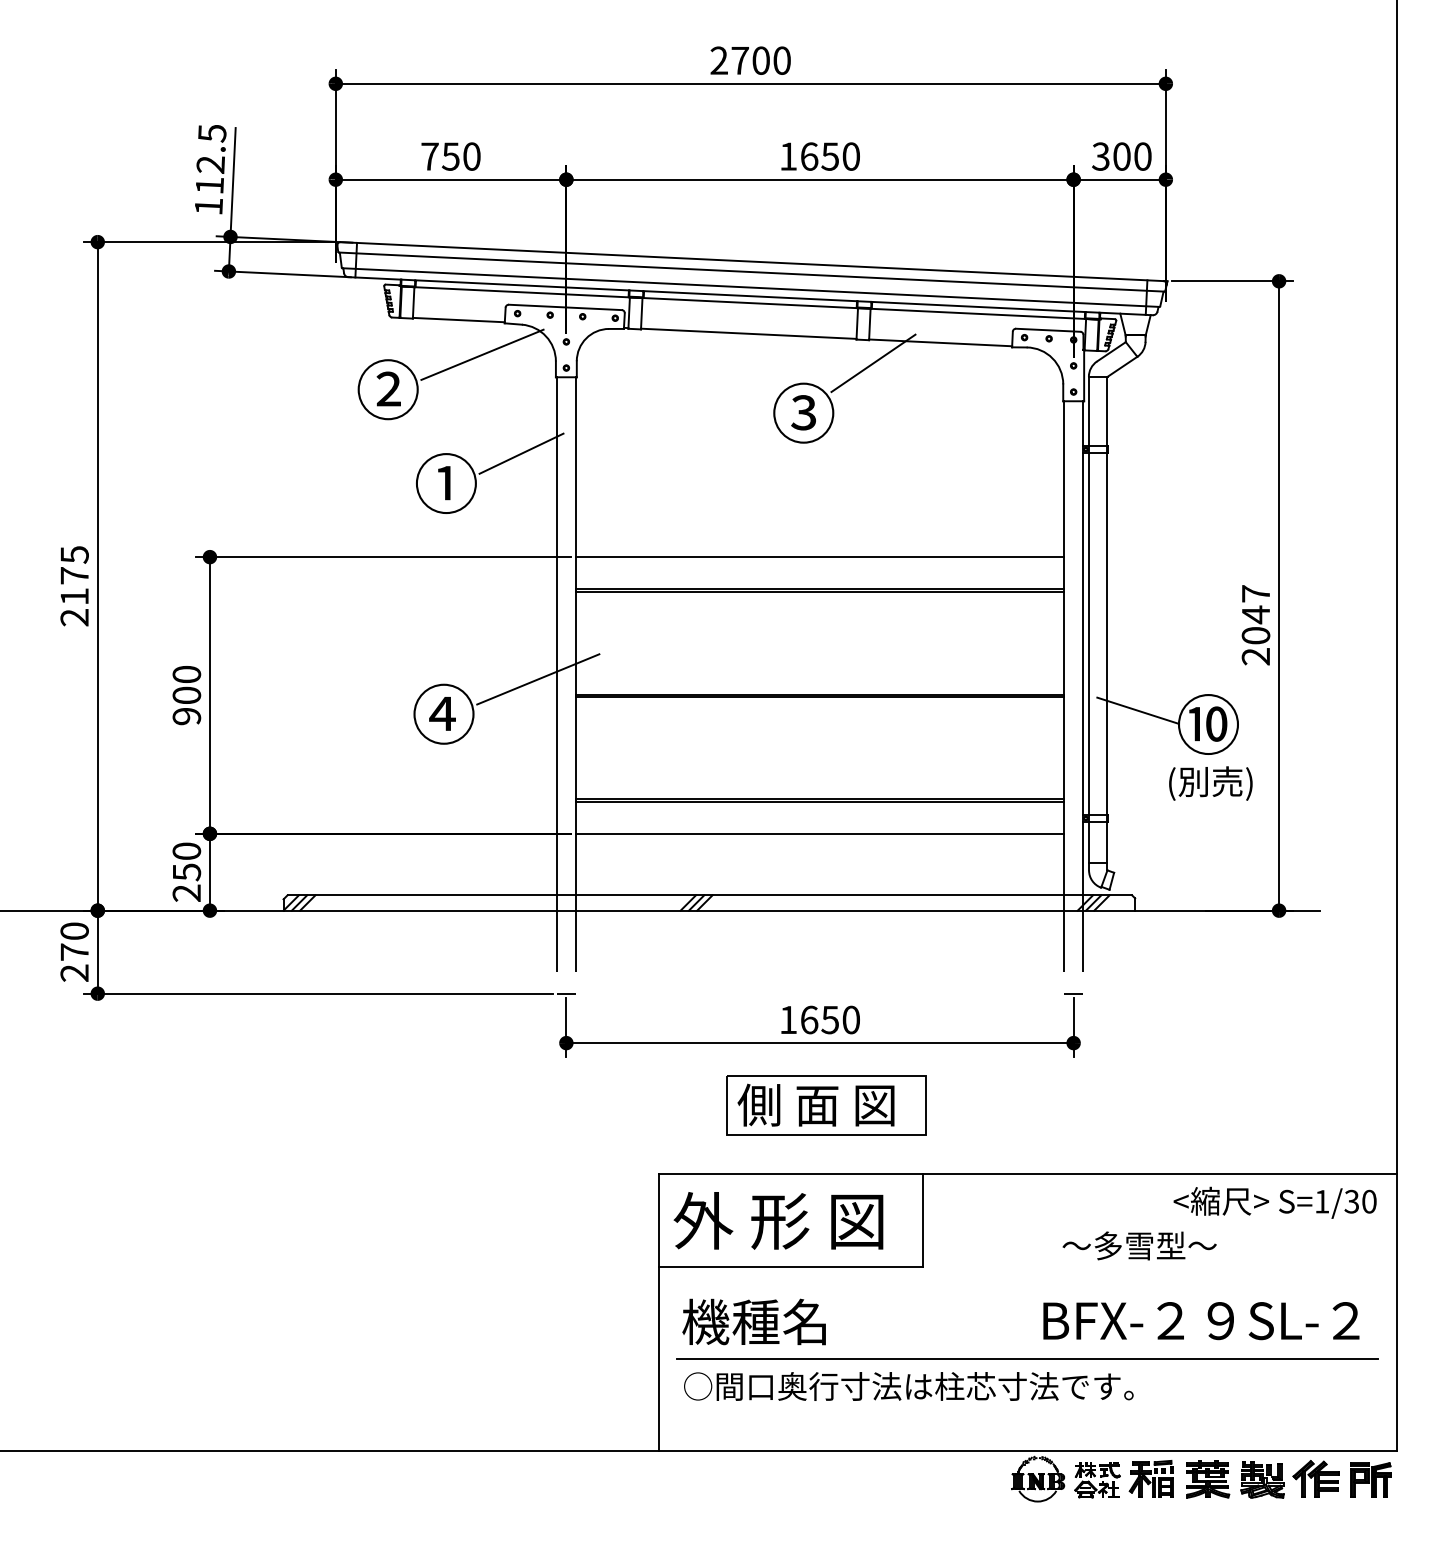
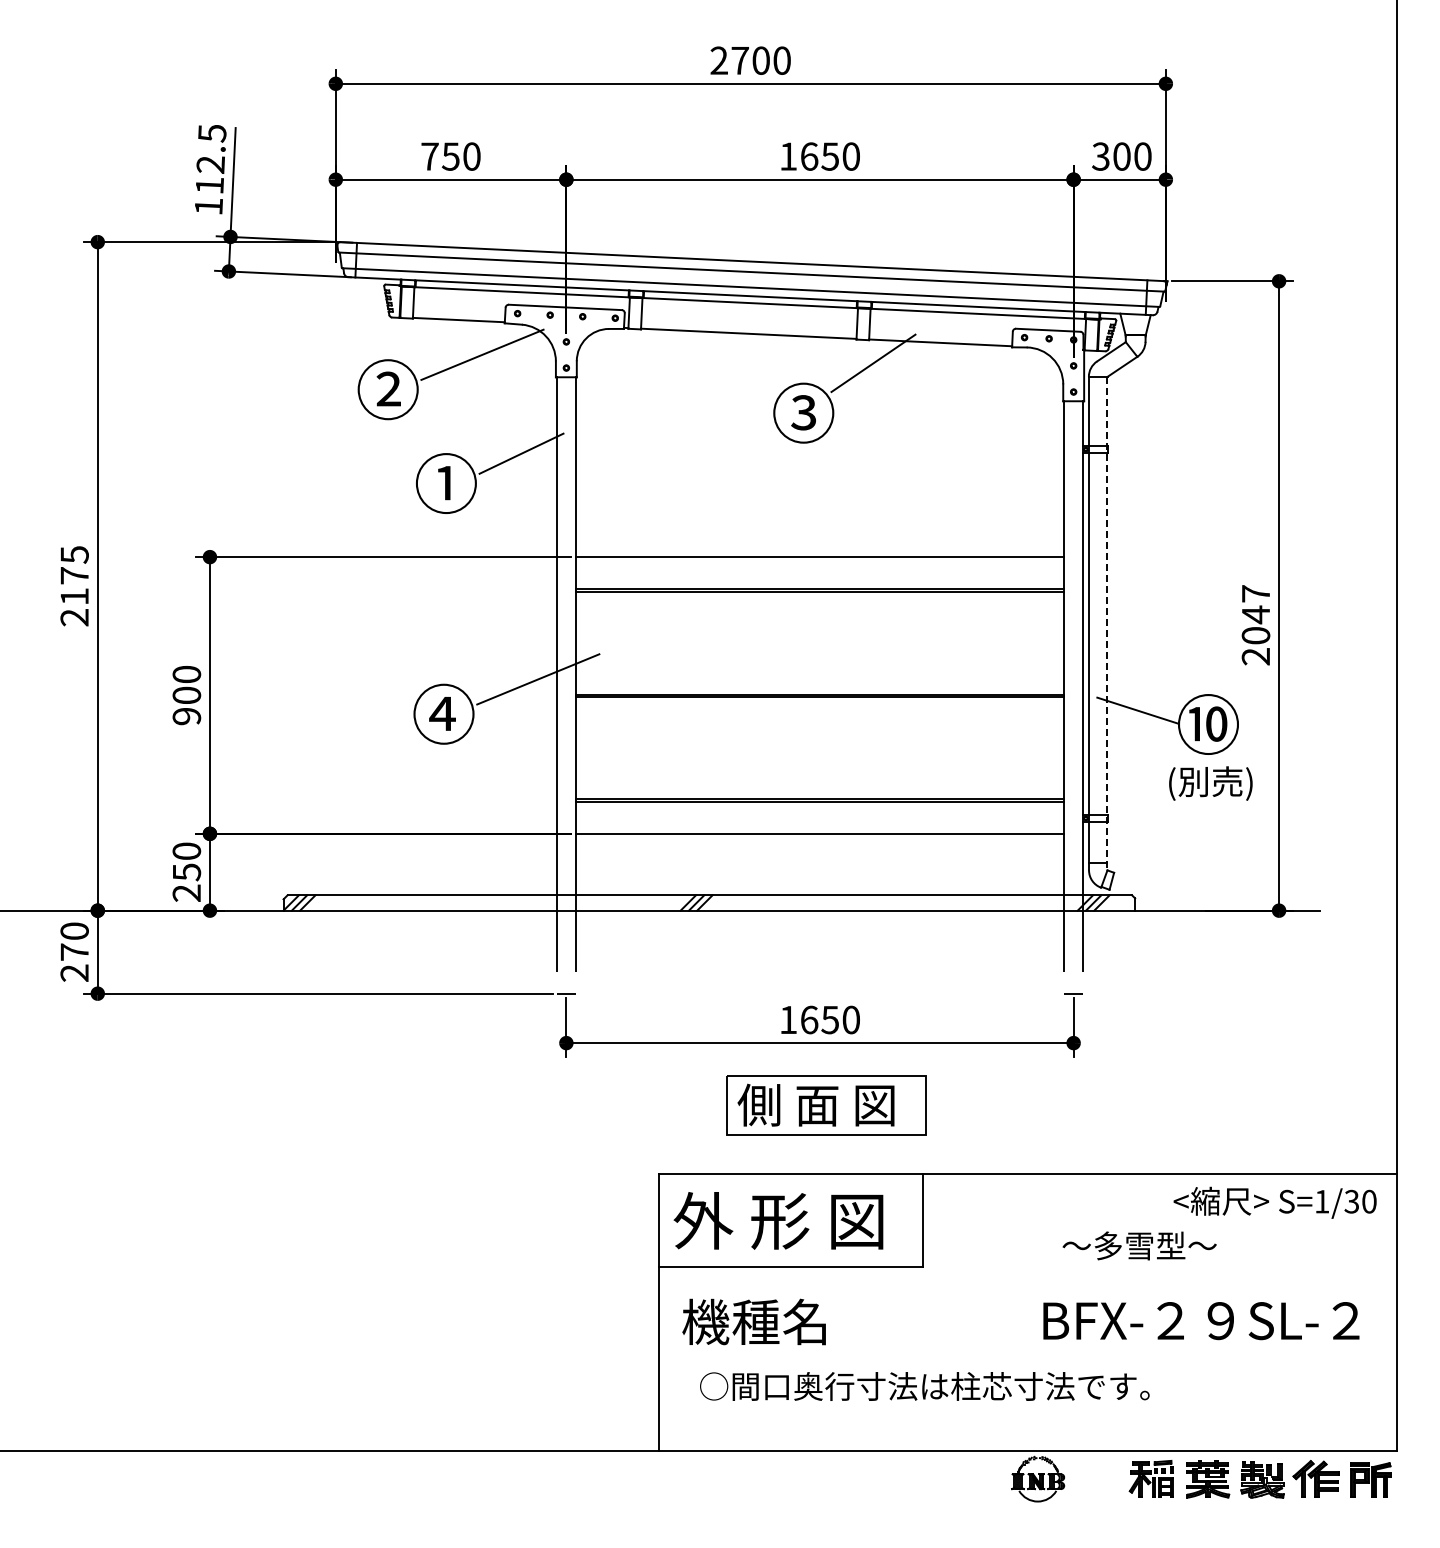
line at (1107, 623): solid -> dashed
line at (1027, 1358): present -> none
text at (908, 1386) position: (908, 1386) -> (924, 1386)
part at (1097, 1480): present -> none
